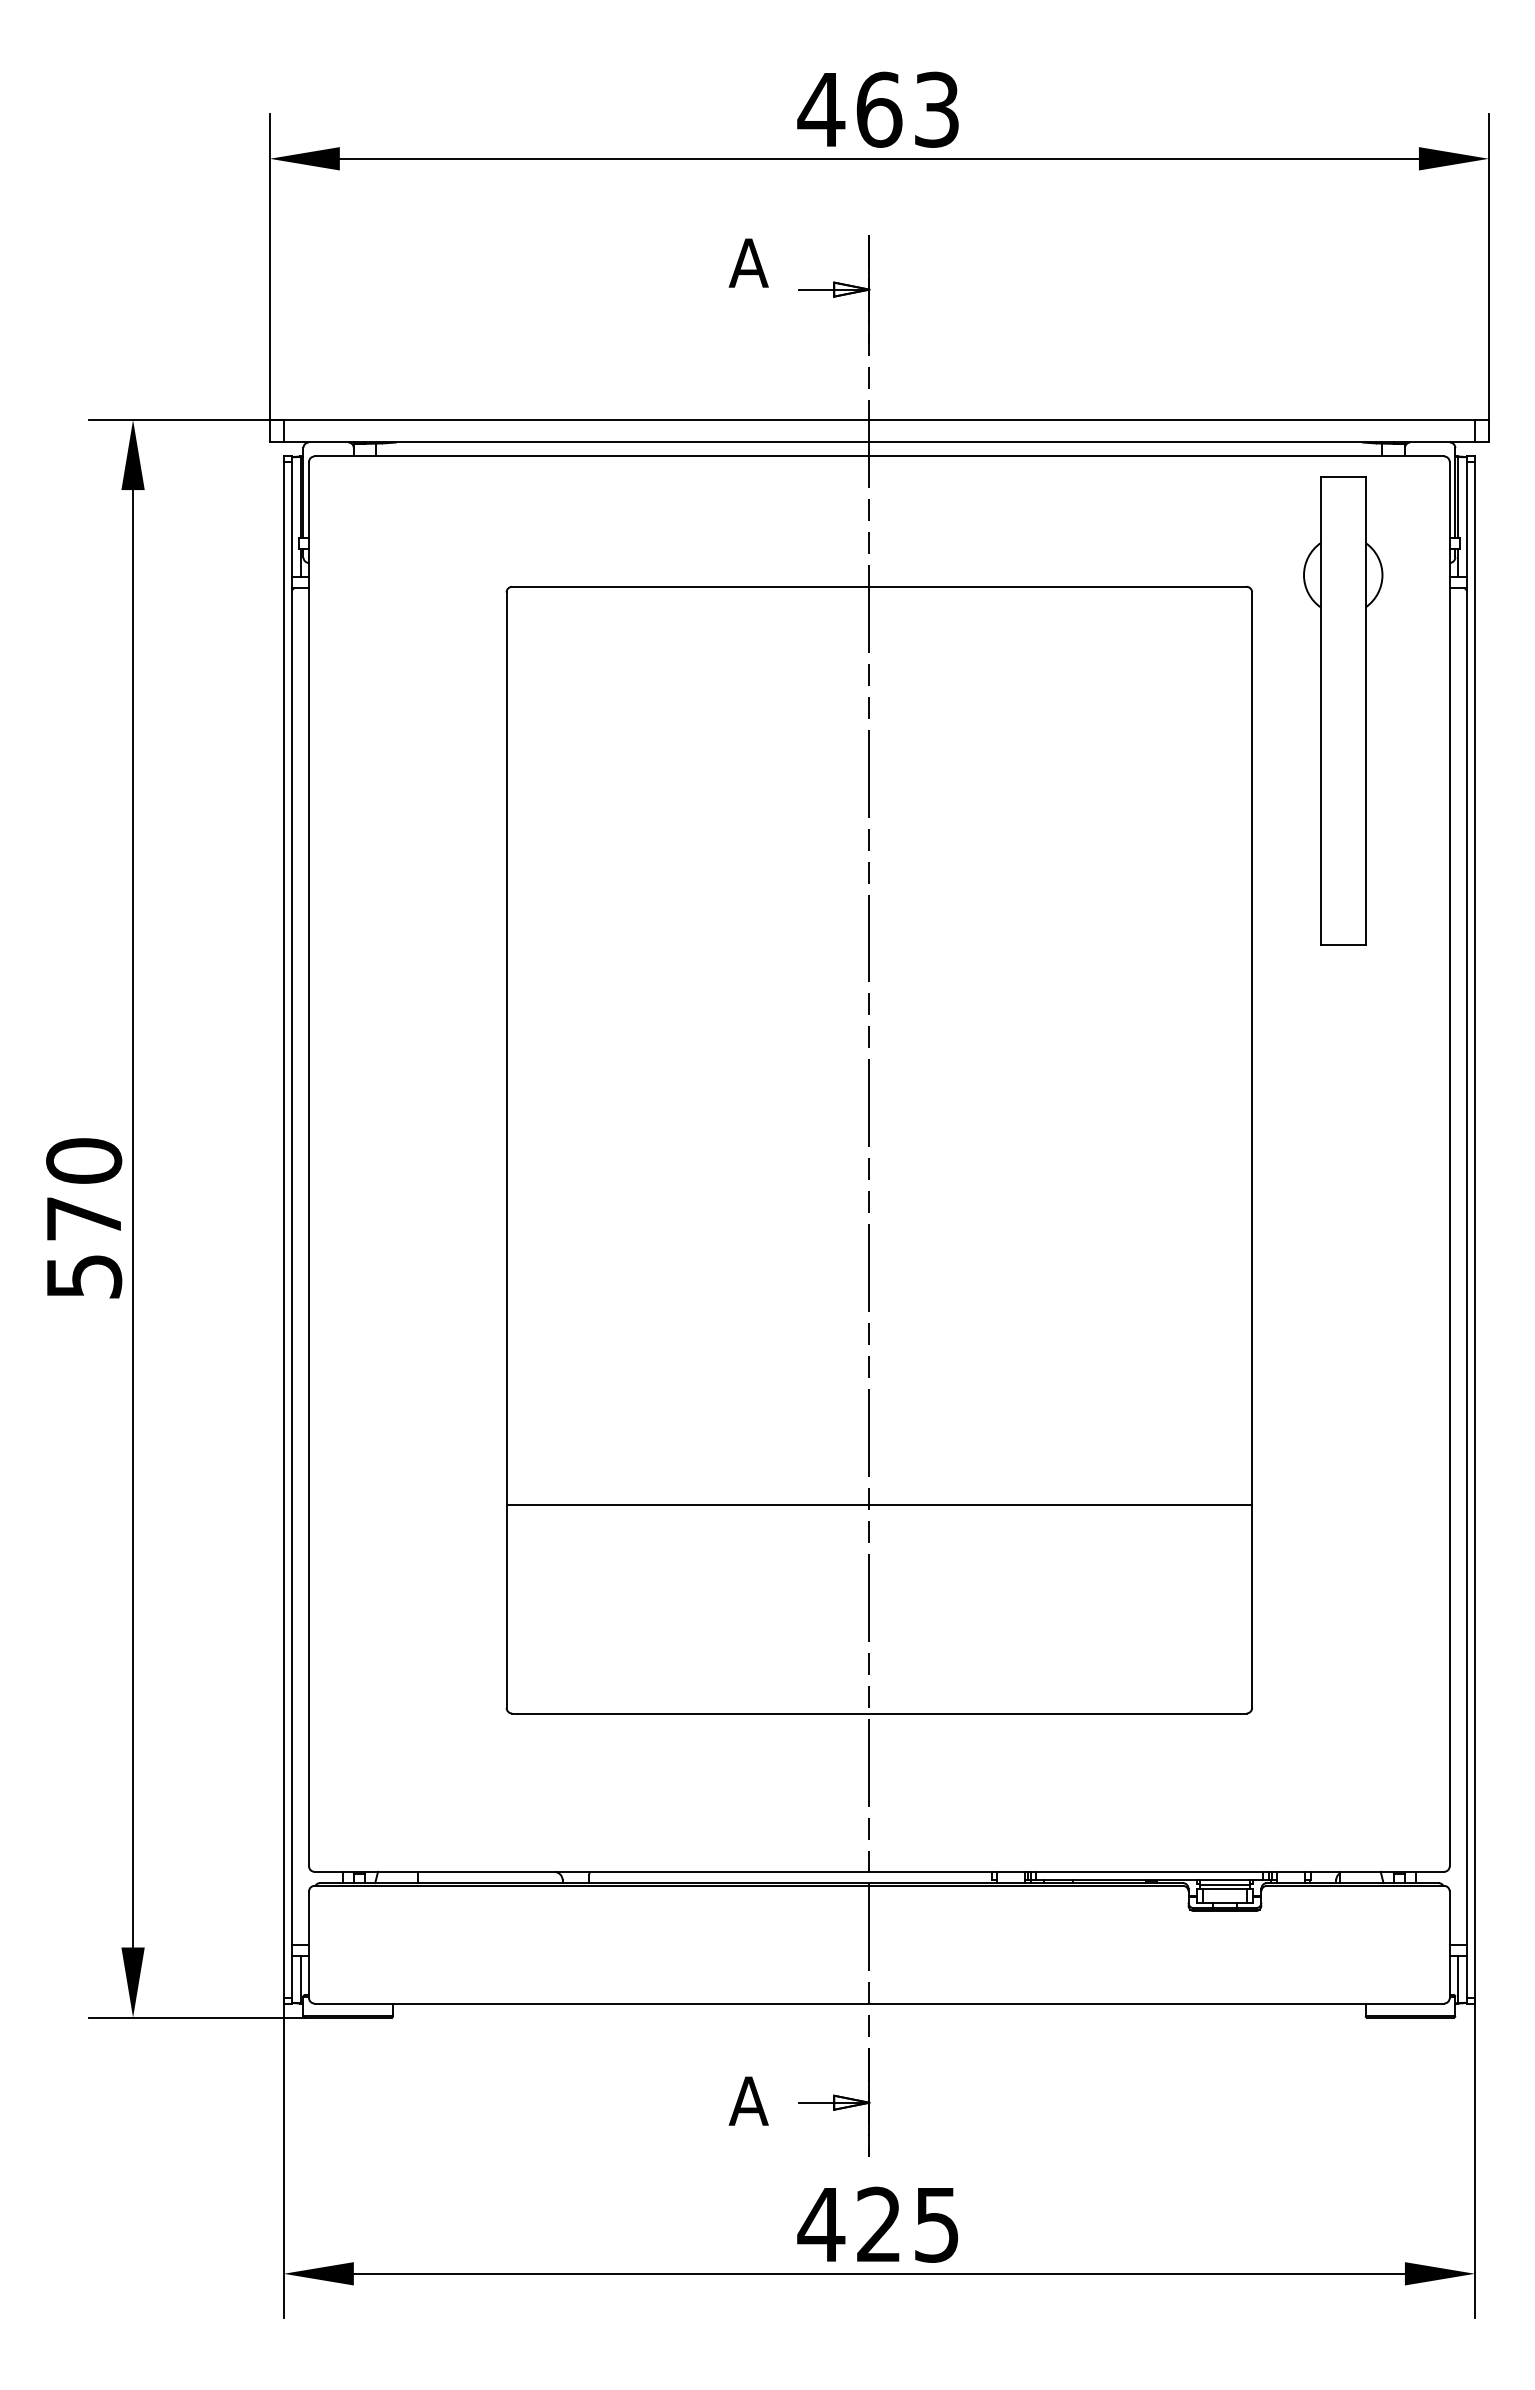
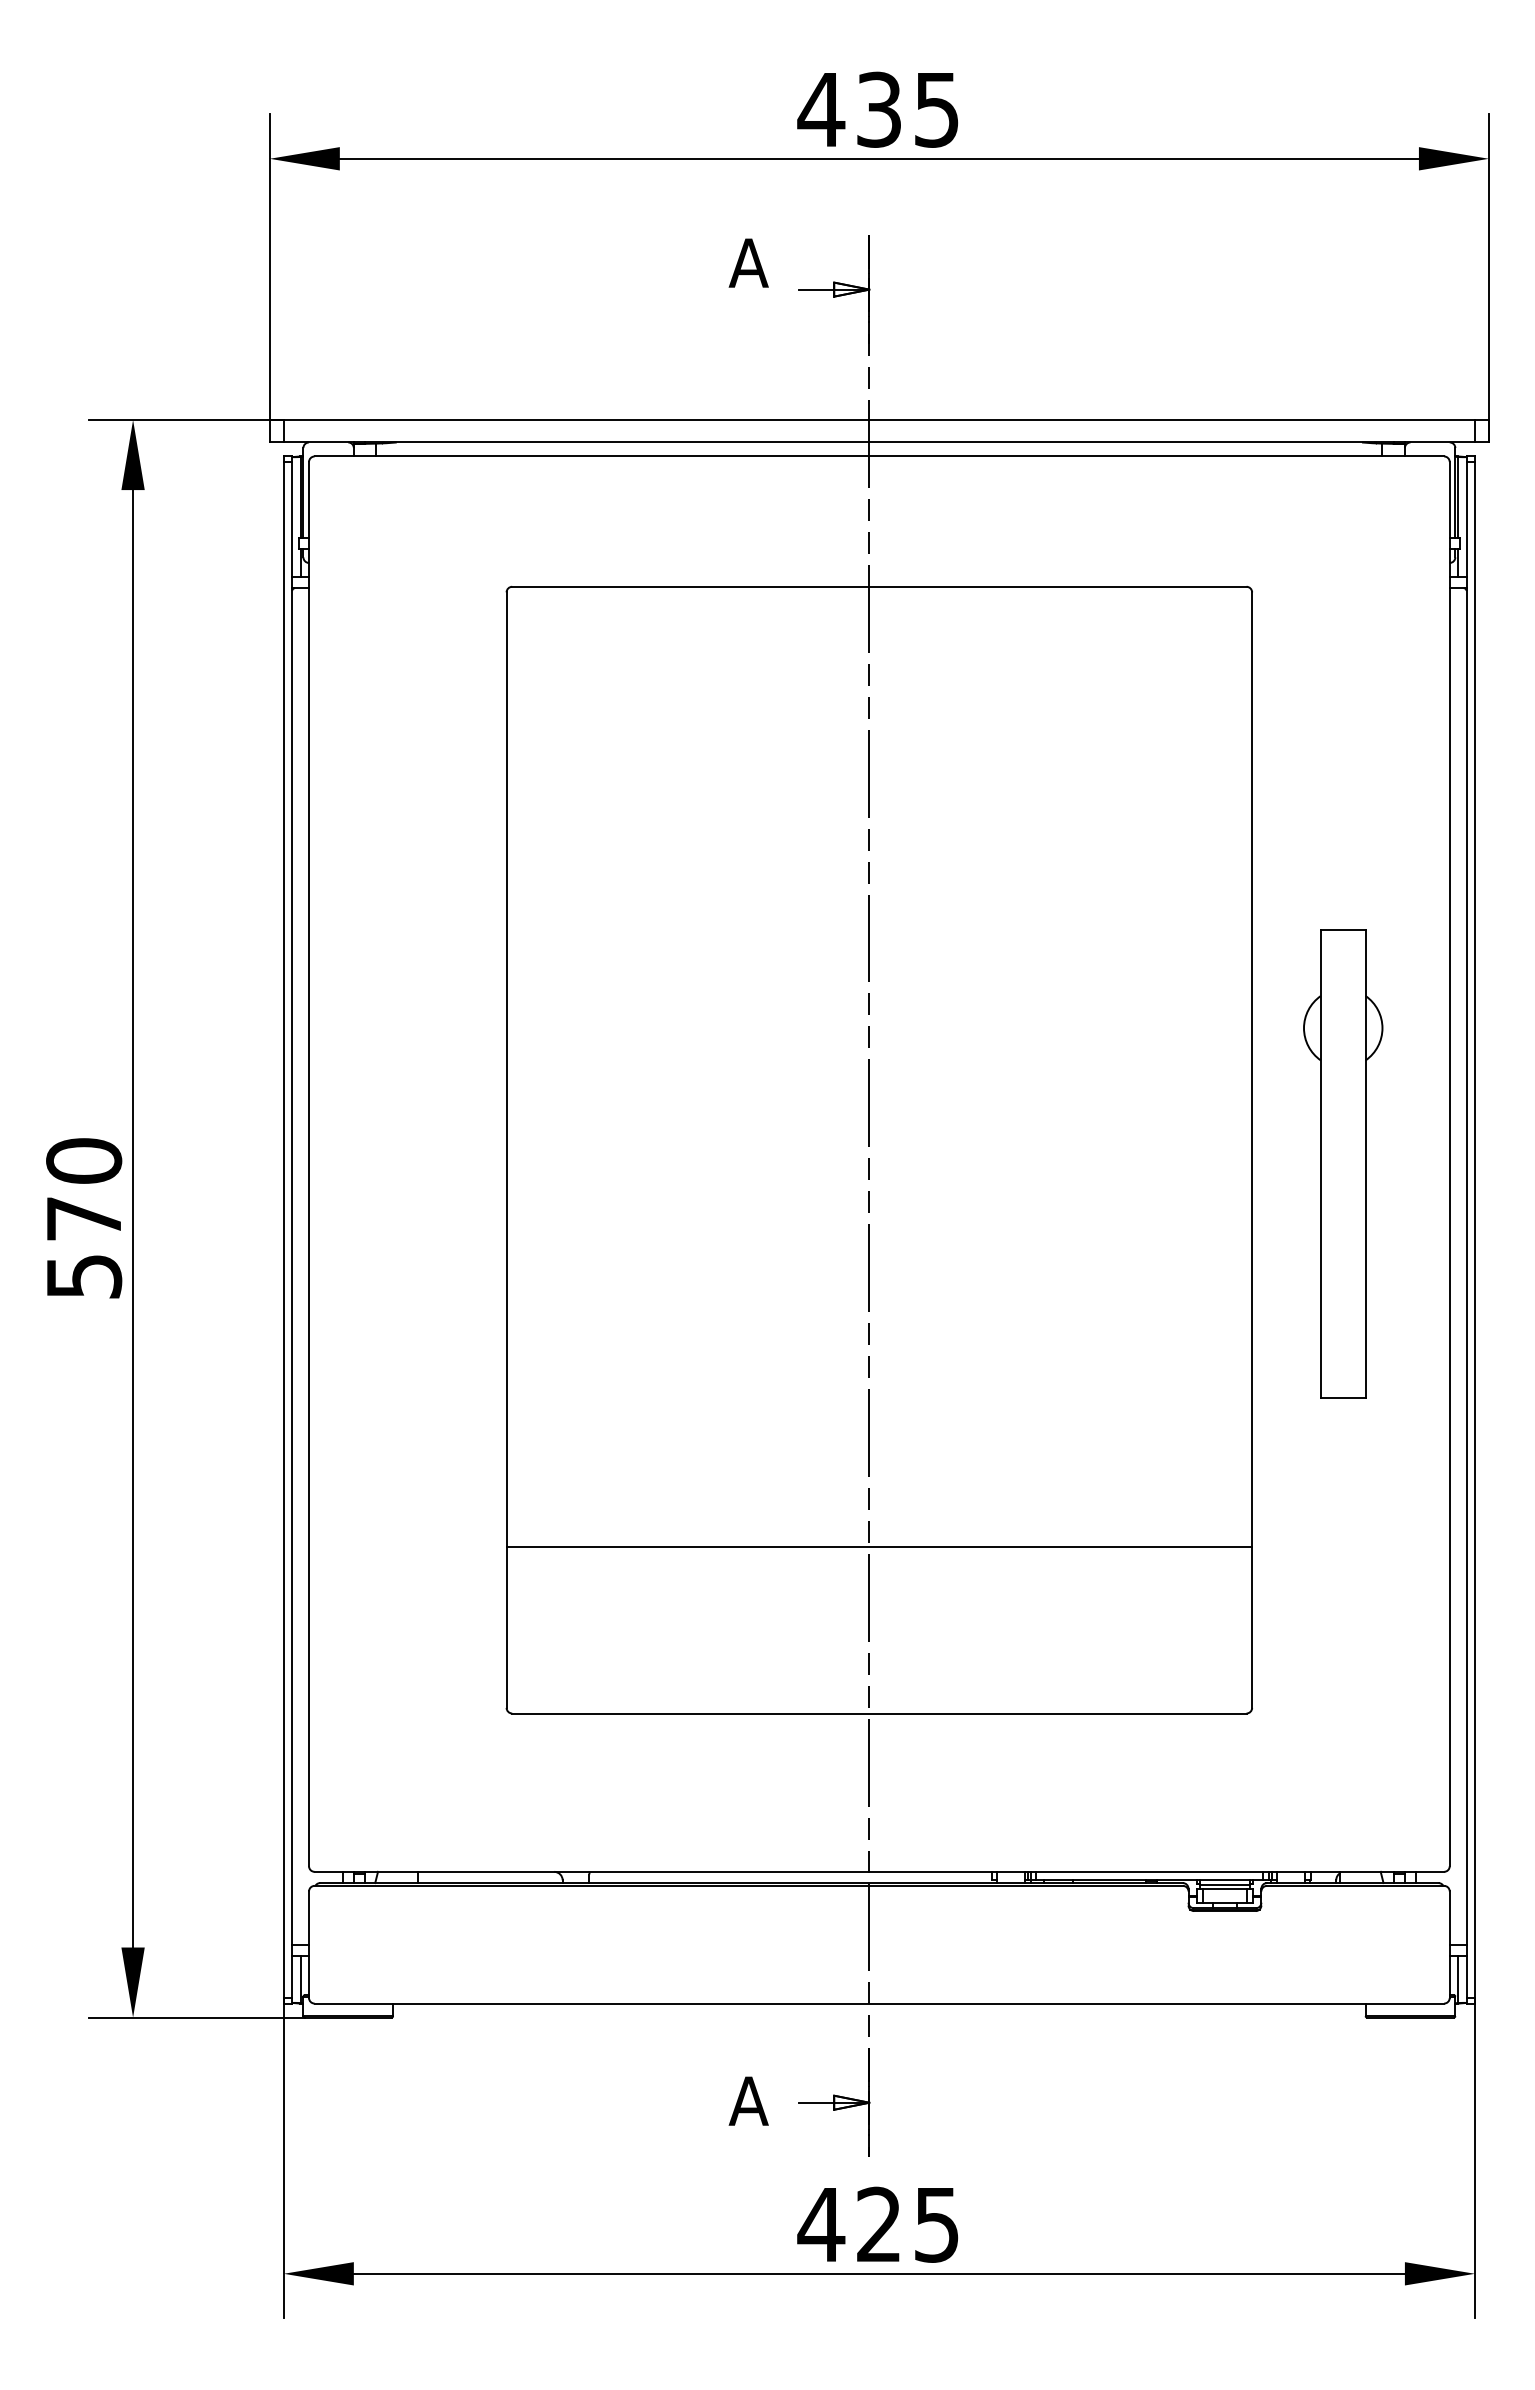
text at (907, 109): 463 -> 435
part at (1343, 710) position: (1343, 710) -> (1343, 1163)
line at (879, 1504) position: (879, 1504) -> (879, 1546)
